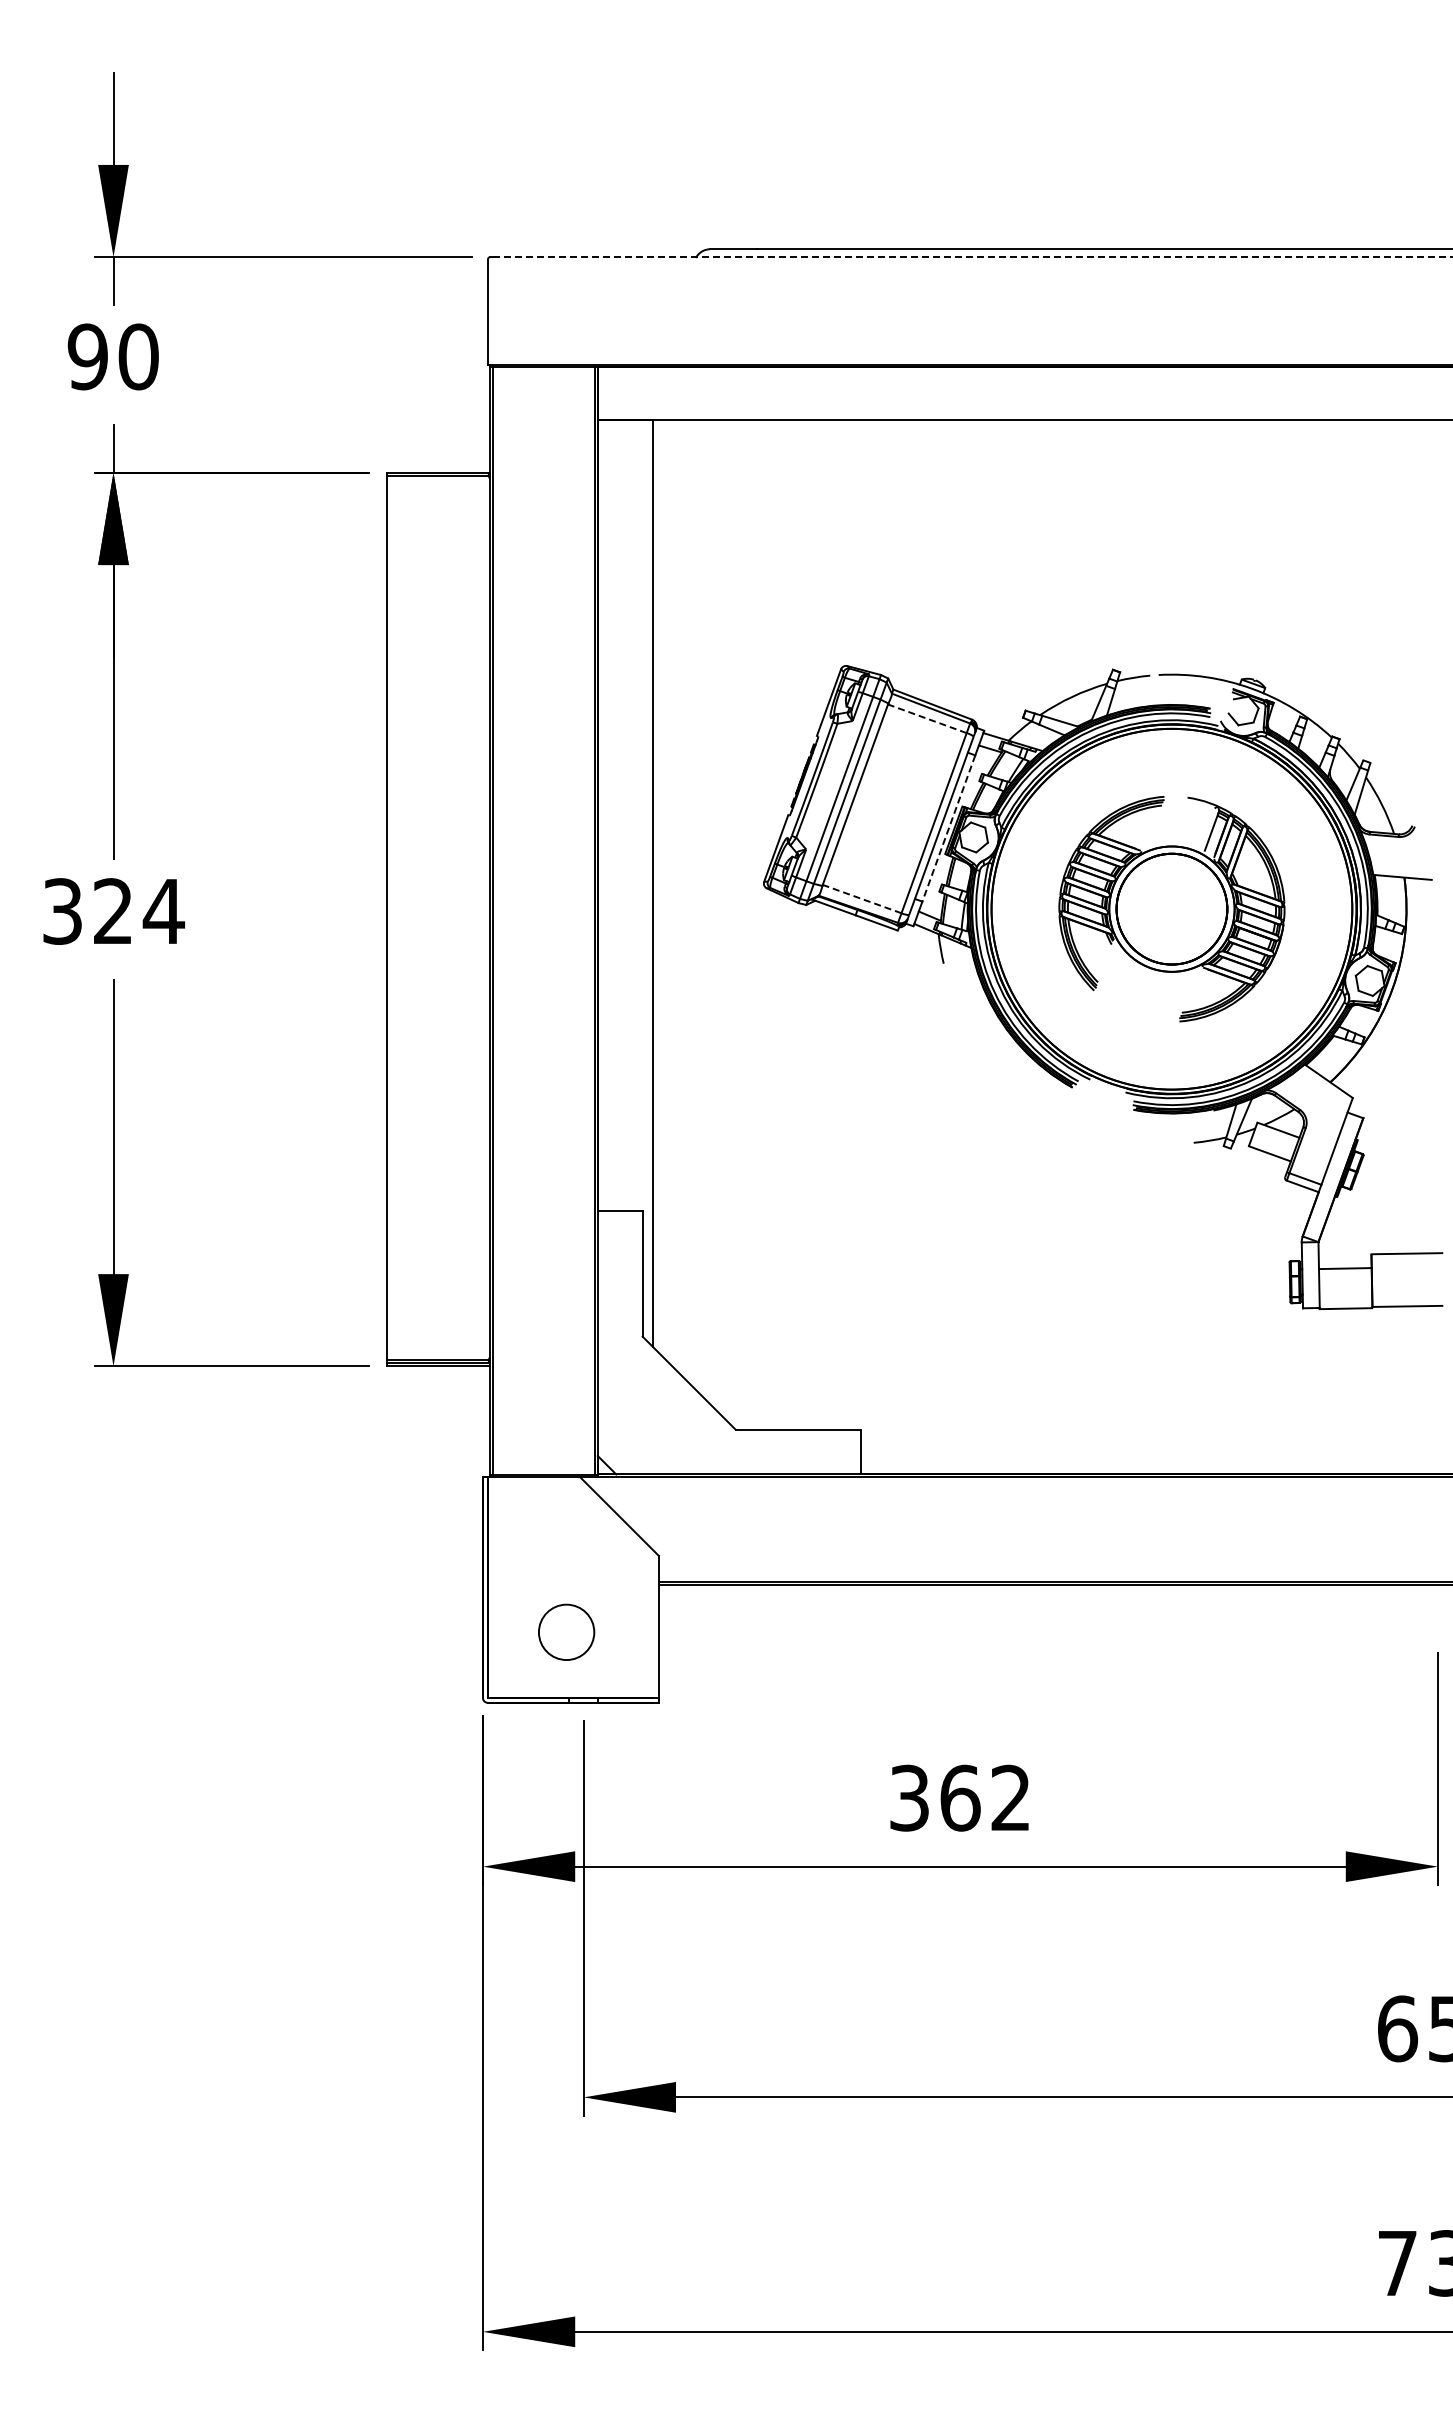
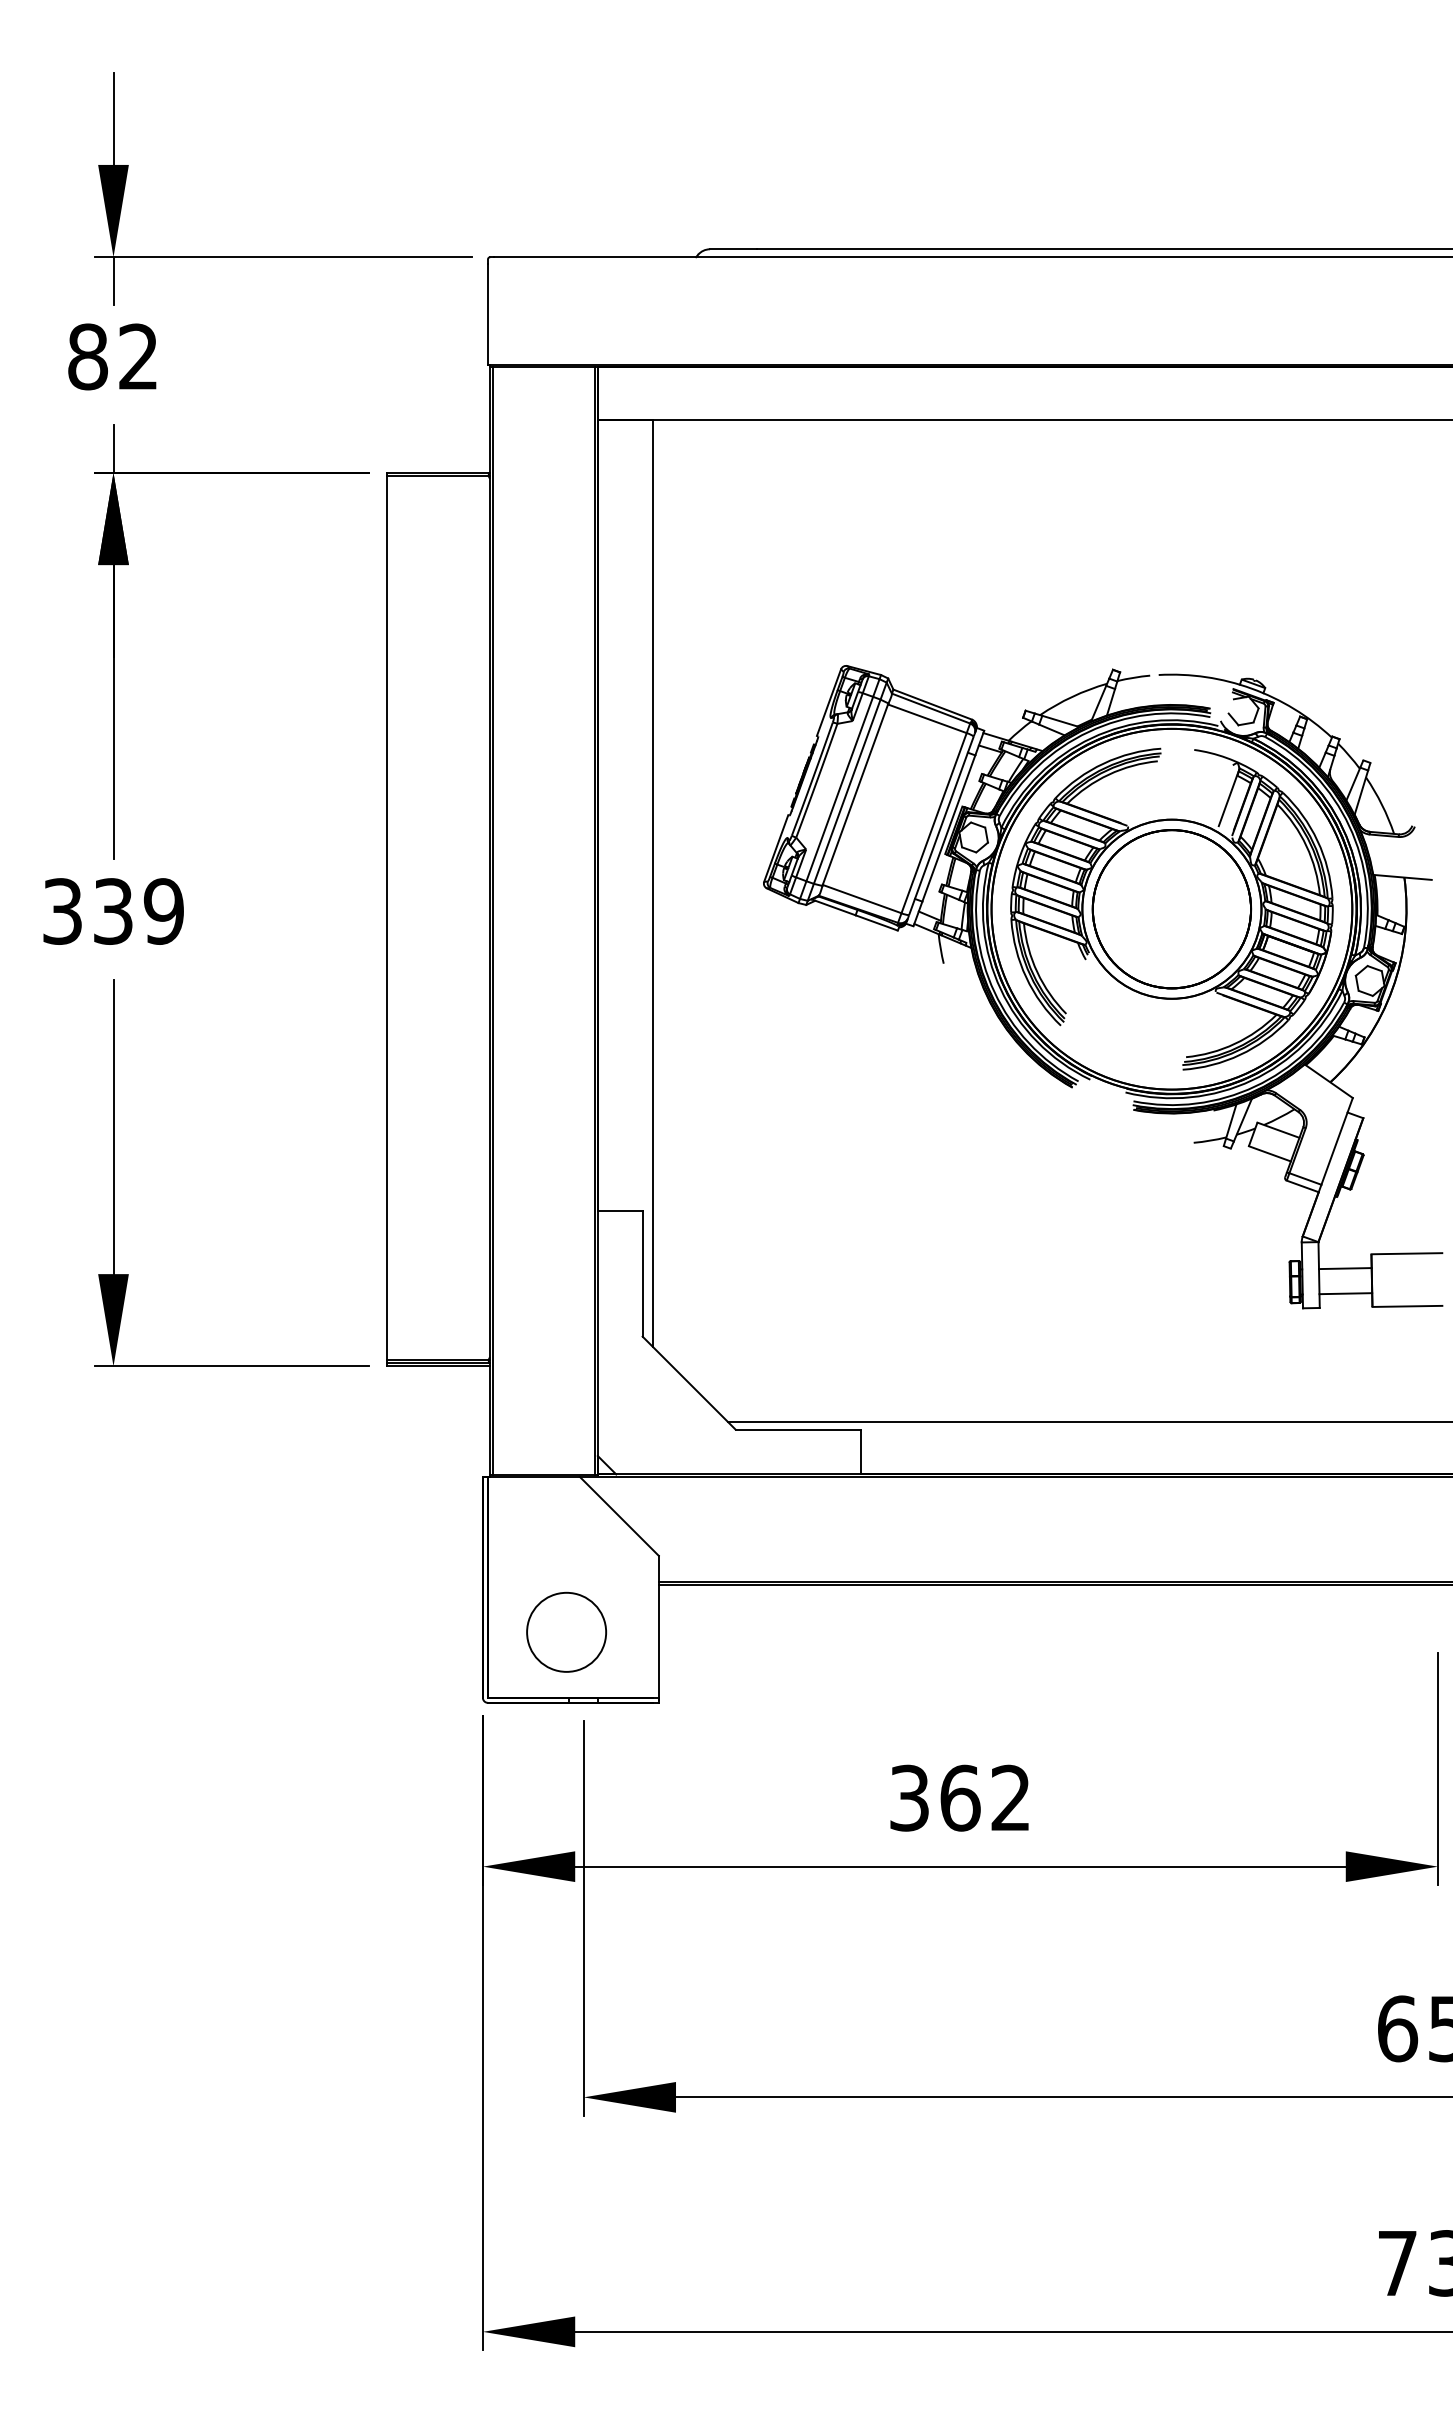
line at (973, 257): dashed -> solid
text at (112, 356): 90 -> 82
line at (927, 718): dashed -> solid
line at (948, 828): dashed -> solid
line at (862, 899): dashed -> solid
part at (1171, 909) size: 228x227 px -> 324x324 px
text at (139, 911): 324 -> 339
line at (1345, 1308) position: (1345, 1308) -> (1345, 1293)
line at (1088, 1421): none -> present
circle at (566, 1632) diameter: 55 px -> 79 px
